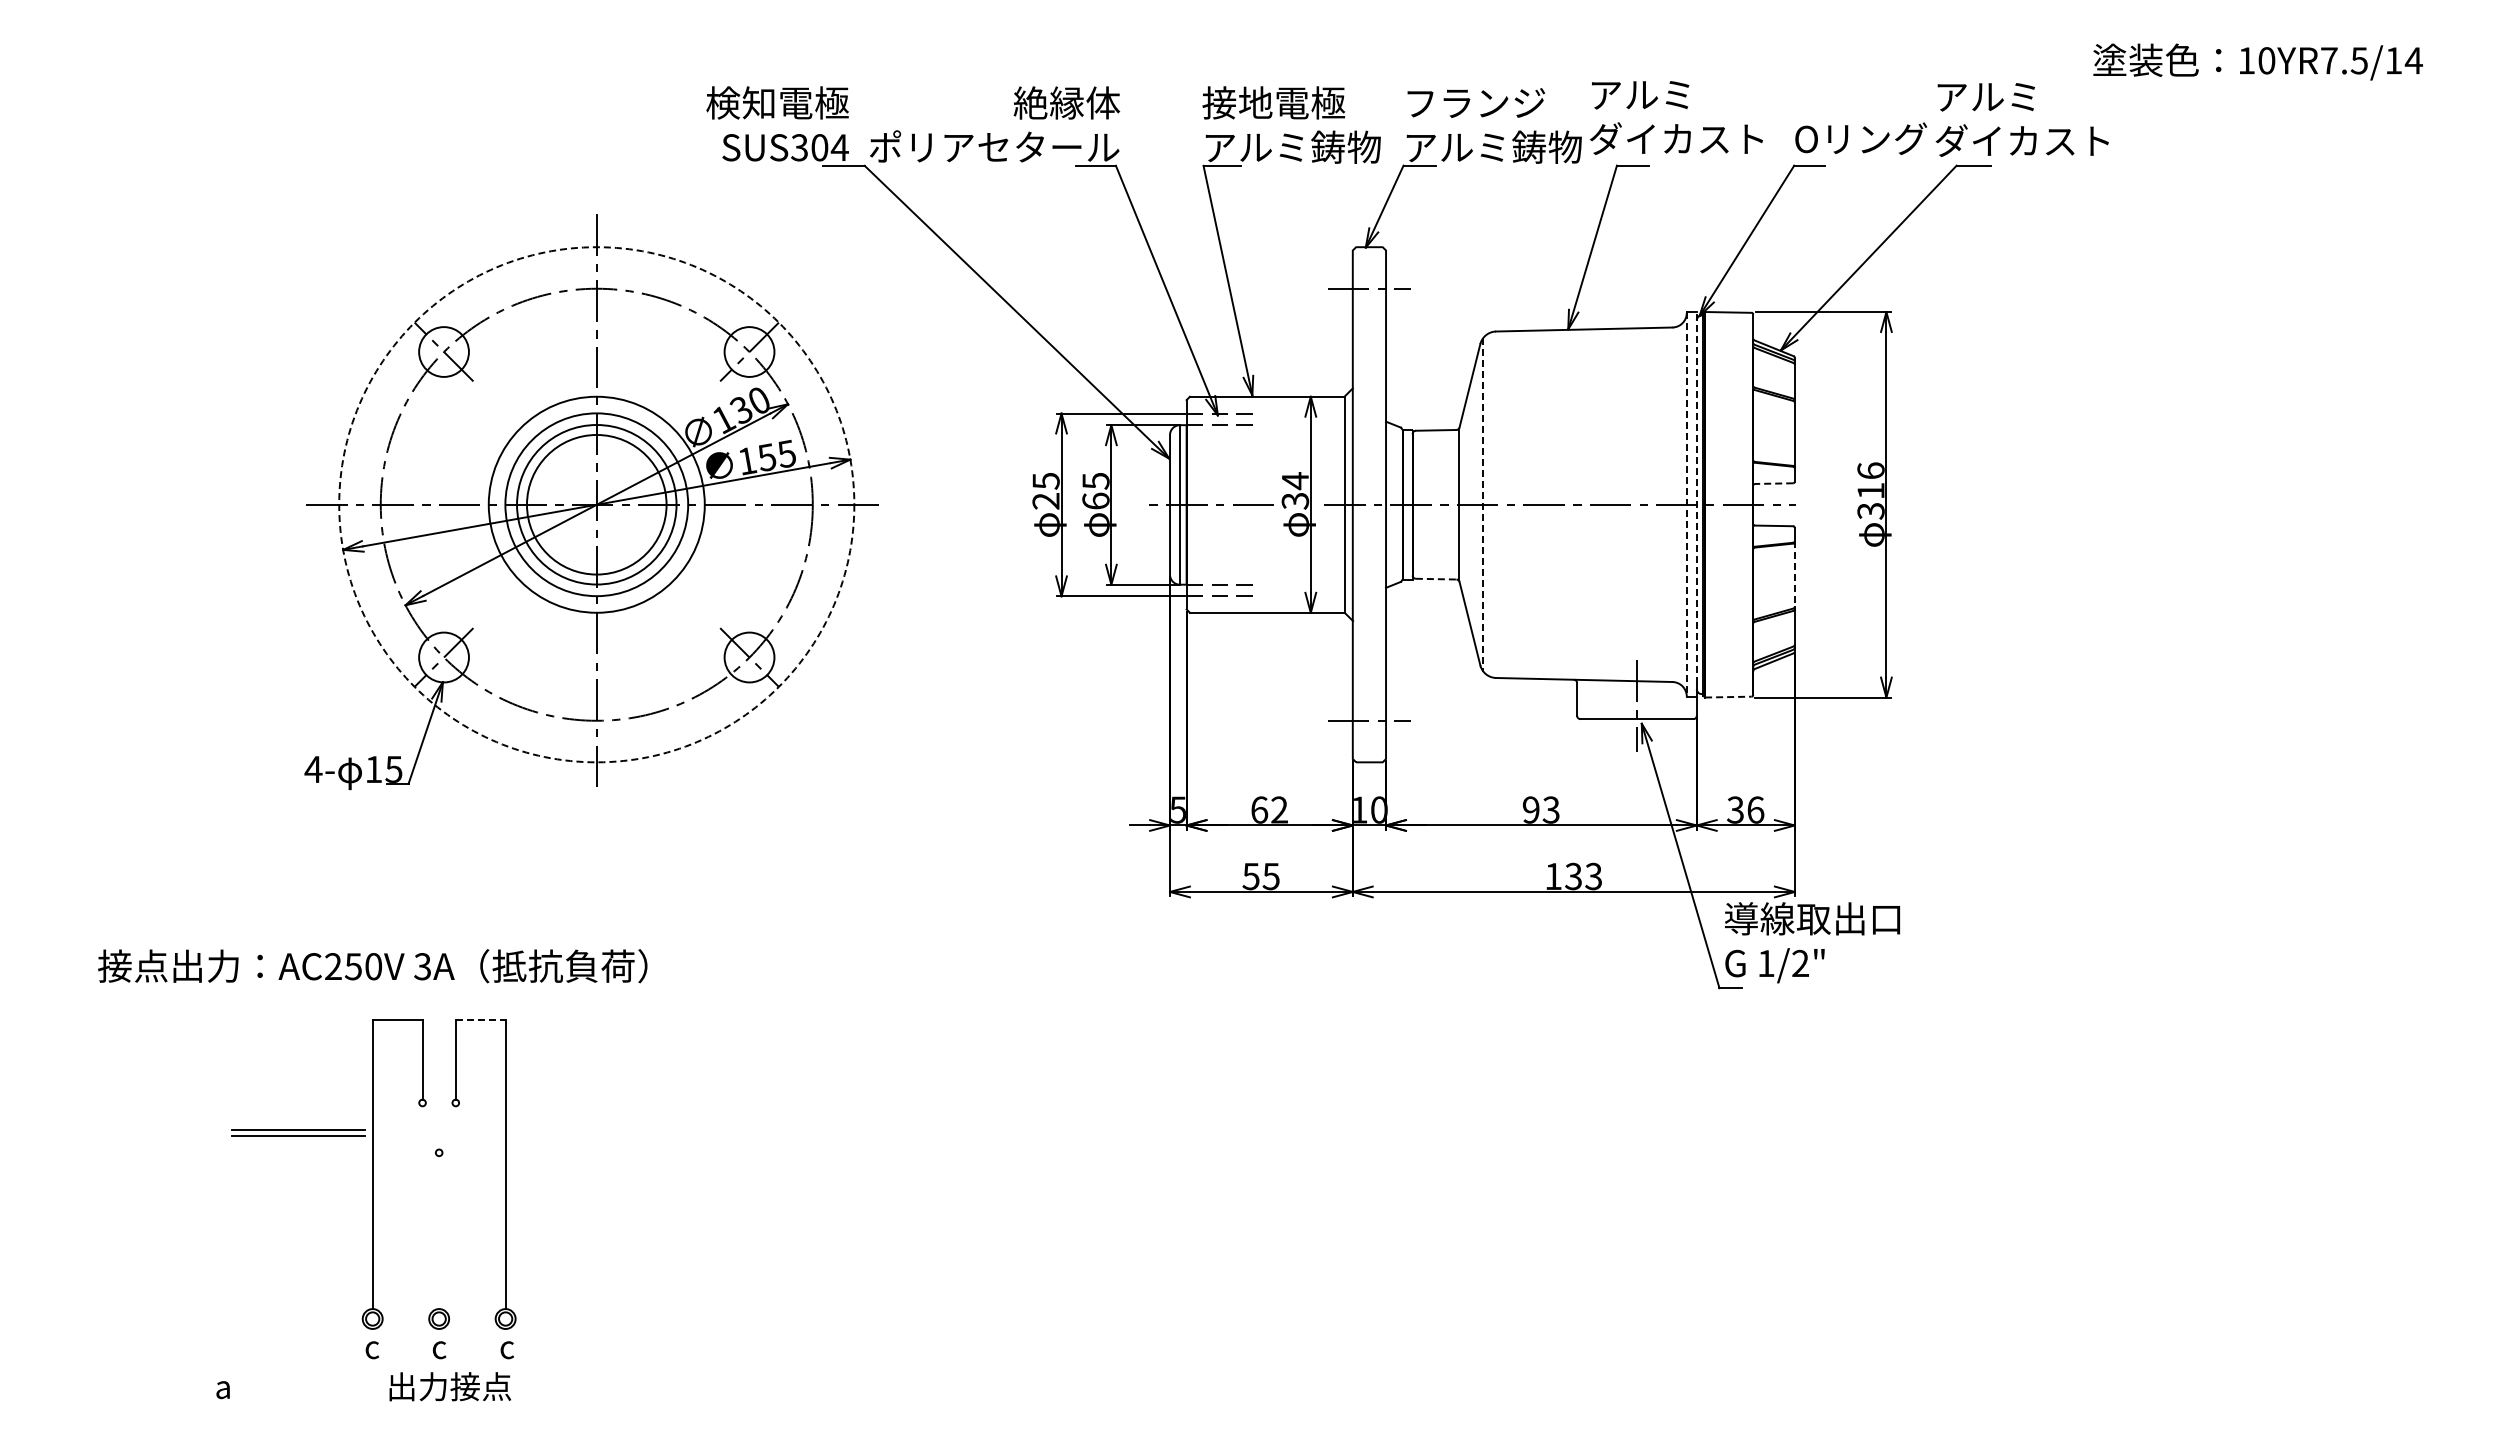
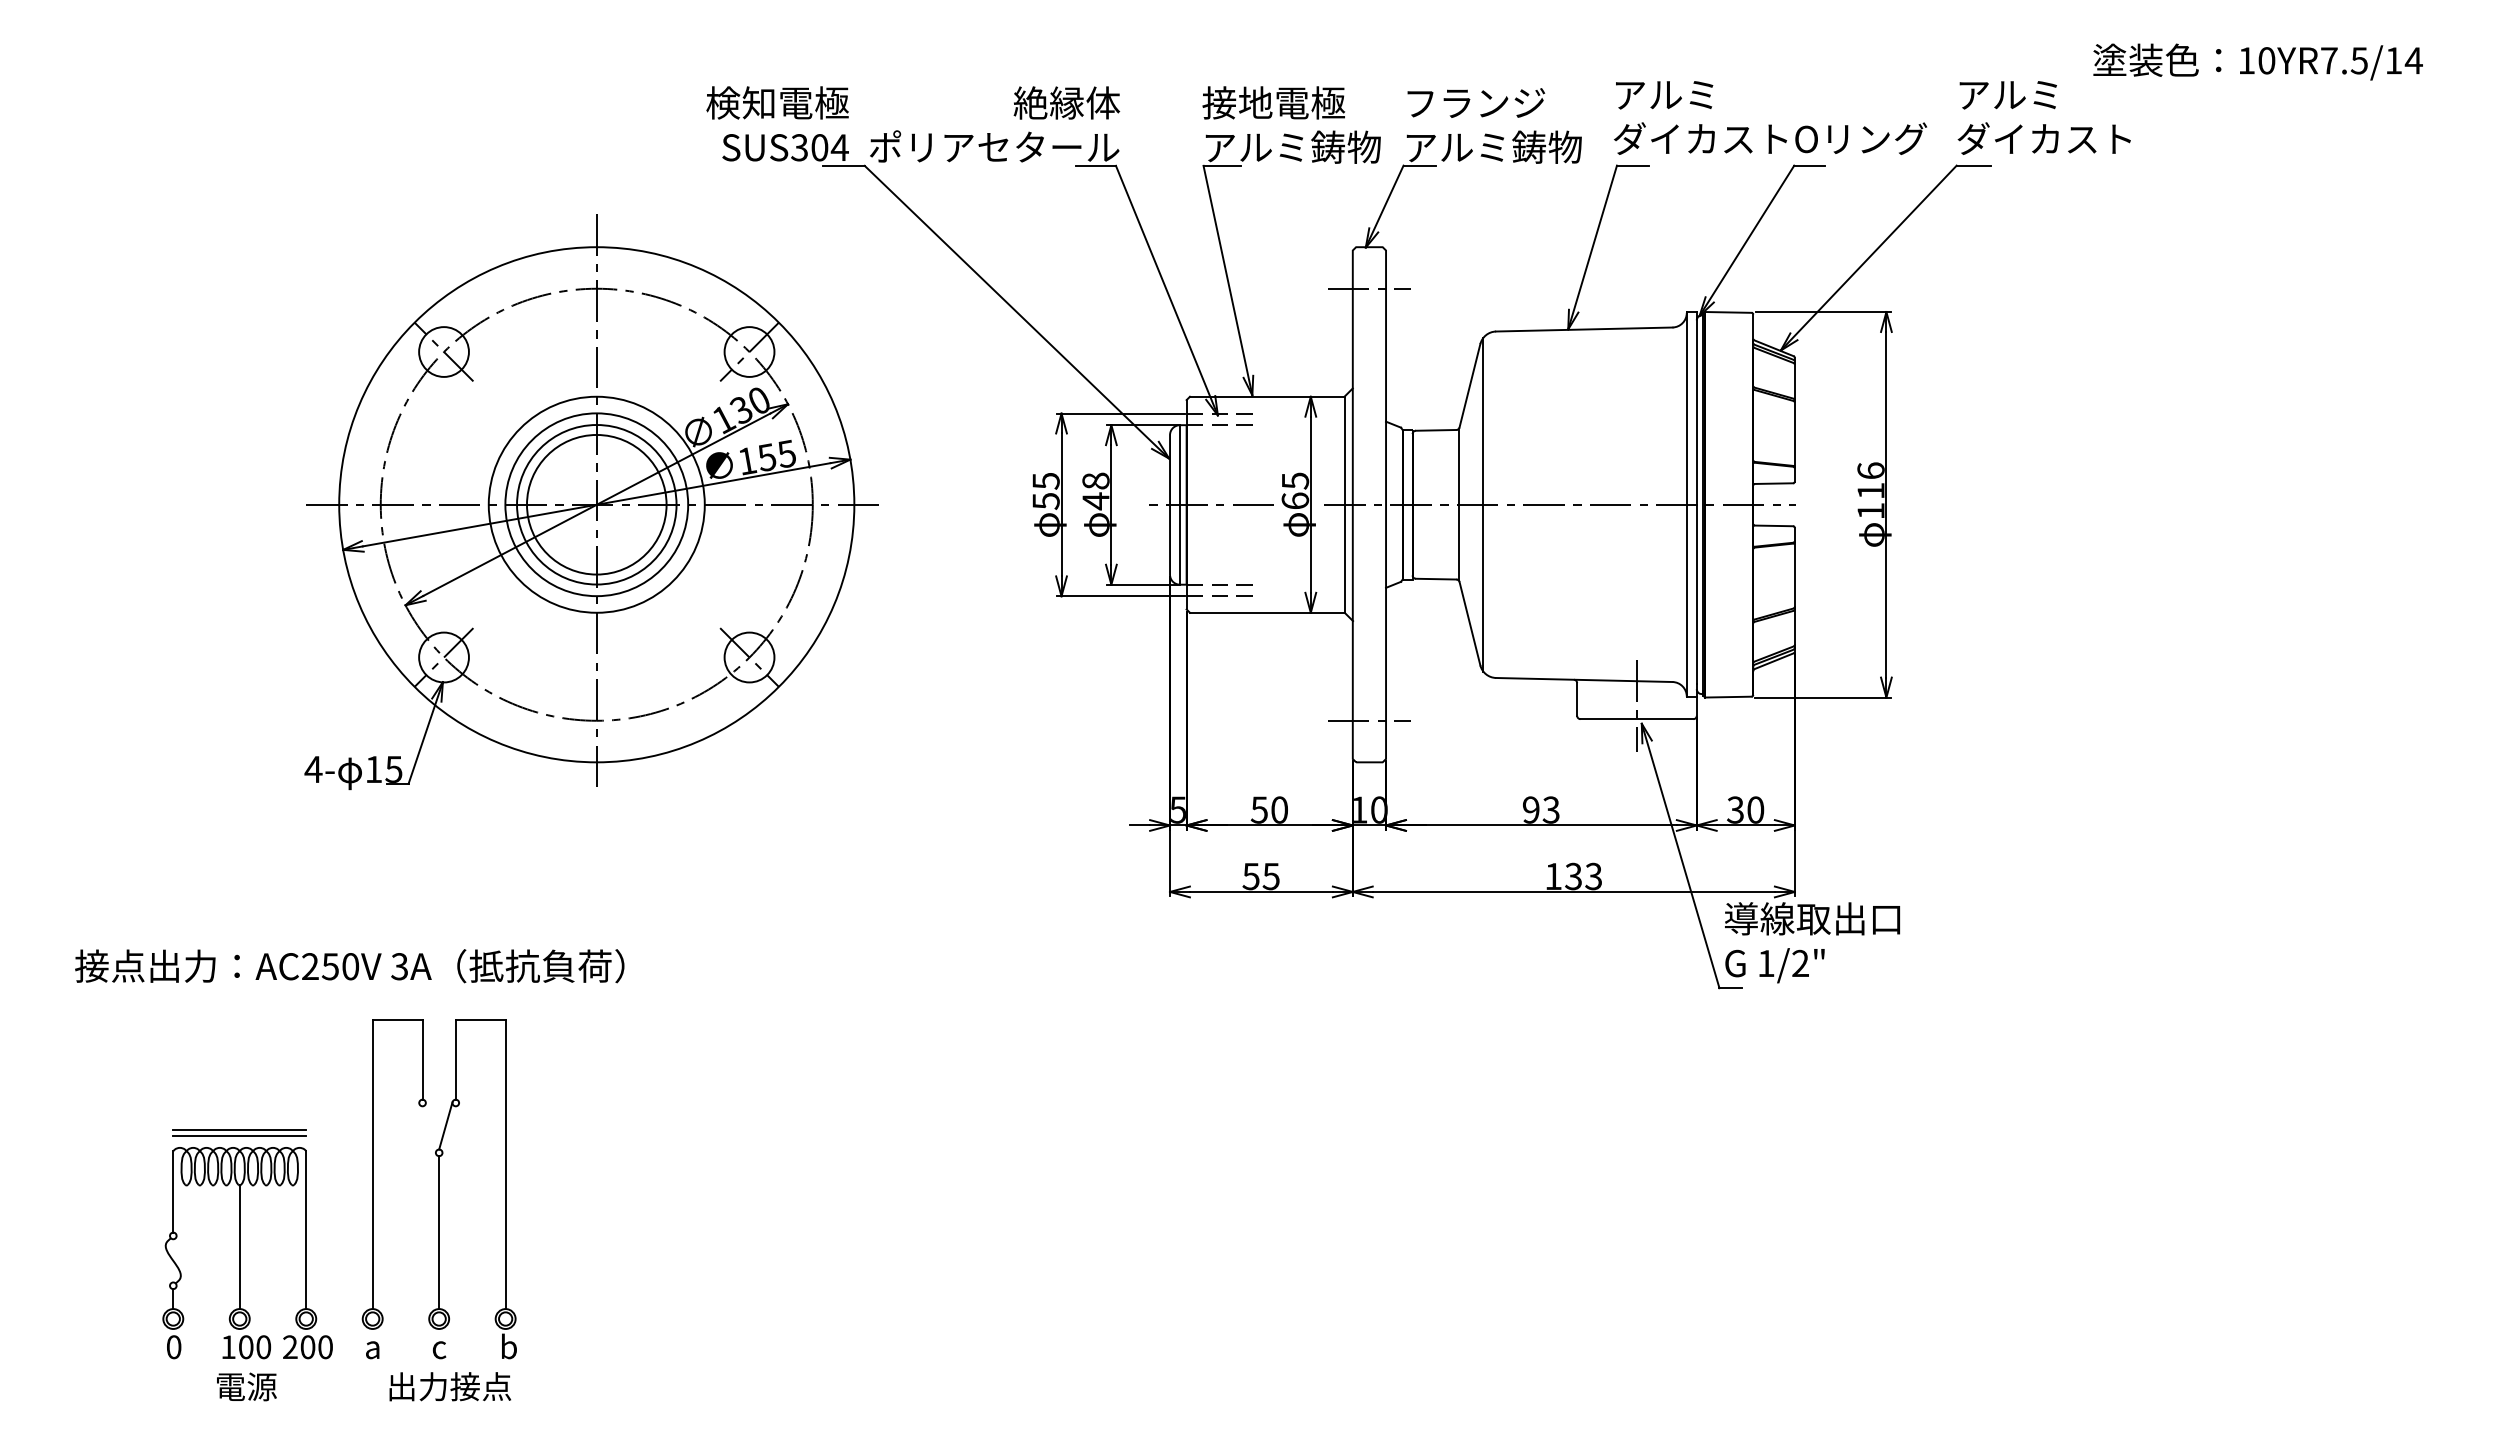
text at (1676, 117) position: (1676, 117) -> (1700, 117)
text at (2021, 119) position: (2021, 119) -> (2043, 117)
line at (1773, 483): dashed -> solid
text at (1295, 490): 34 -> 65
text at (1095, 491): 65 -> 48
line at (1696, 497): dashed -> solid
text at (1045, 501): 25 -> 55
circle at (596, 504): dashed -> solid
line at (1483, 504): dashed -> solid
line at (1686, 504): dashed -> solid
text at (1870, 511): 316 -> 116
line at (1794, 574): dashed -> solid
line at (1436, 579): dashed -> solid
line at (1728, 697): dashed -> solid
text at (1268, 809): 62 -> 50
text at (1755, 809): 36 -> 30
text at (372, 966) position: (372, 966) -> (349, 966)
line at (480, 1019): dashed -> solid
line at (445, 1125): none -> present
part at (298, 1132) position: (298, 1132) -> (239, 1132)
line at (439, 1232): none -> present
part at (240, 1253): none -> present
text at (508, 1346): c -> b
text at (372, 1350): c -> a
text at (246, 1386): a -> 電源
